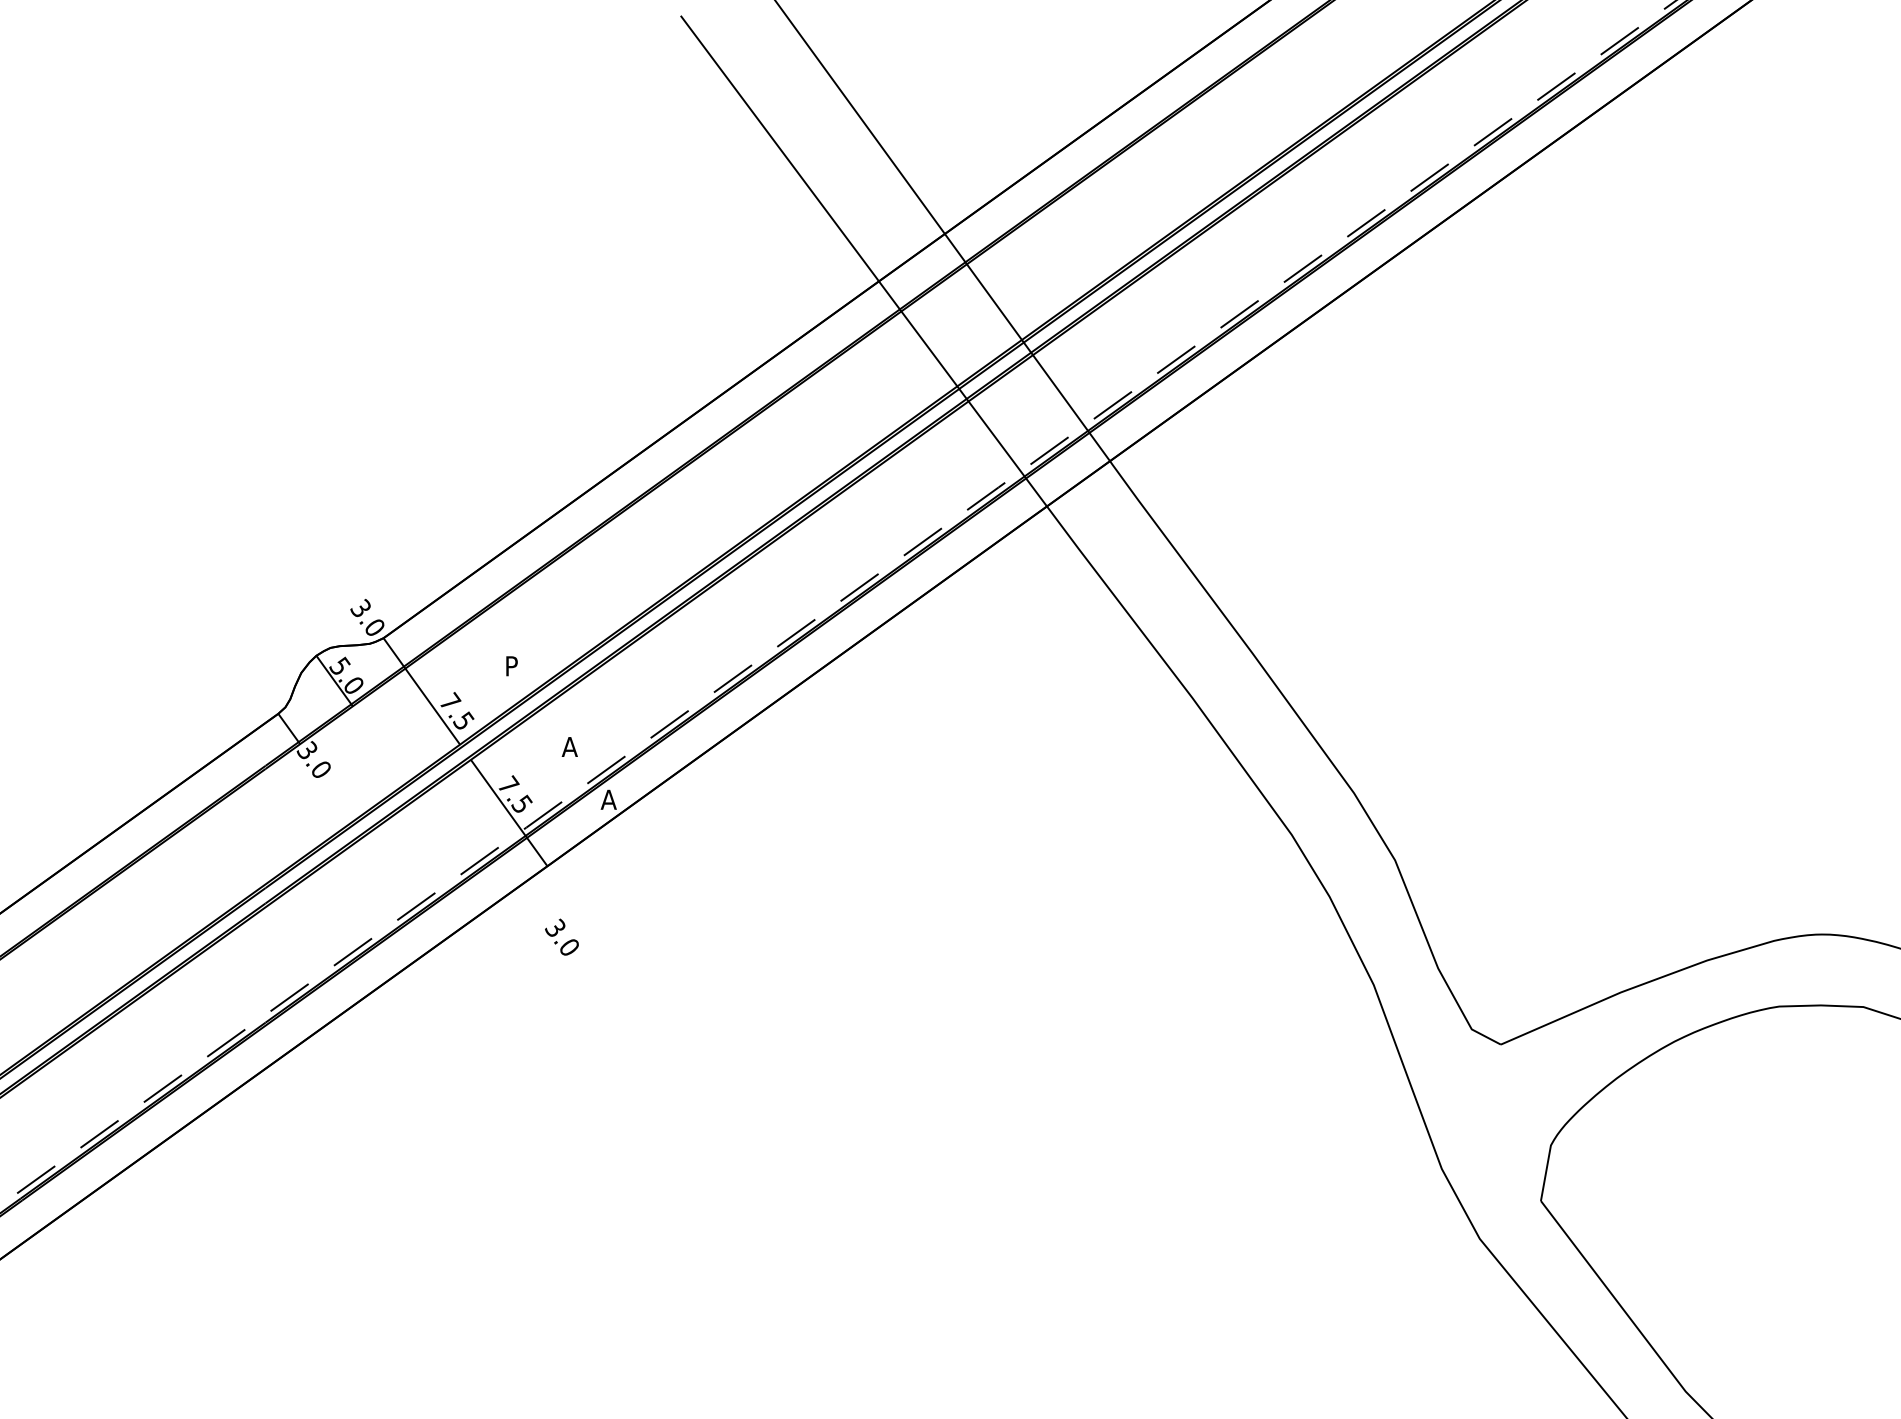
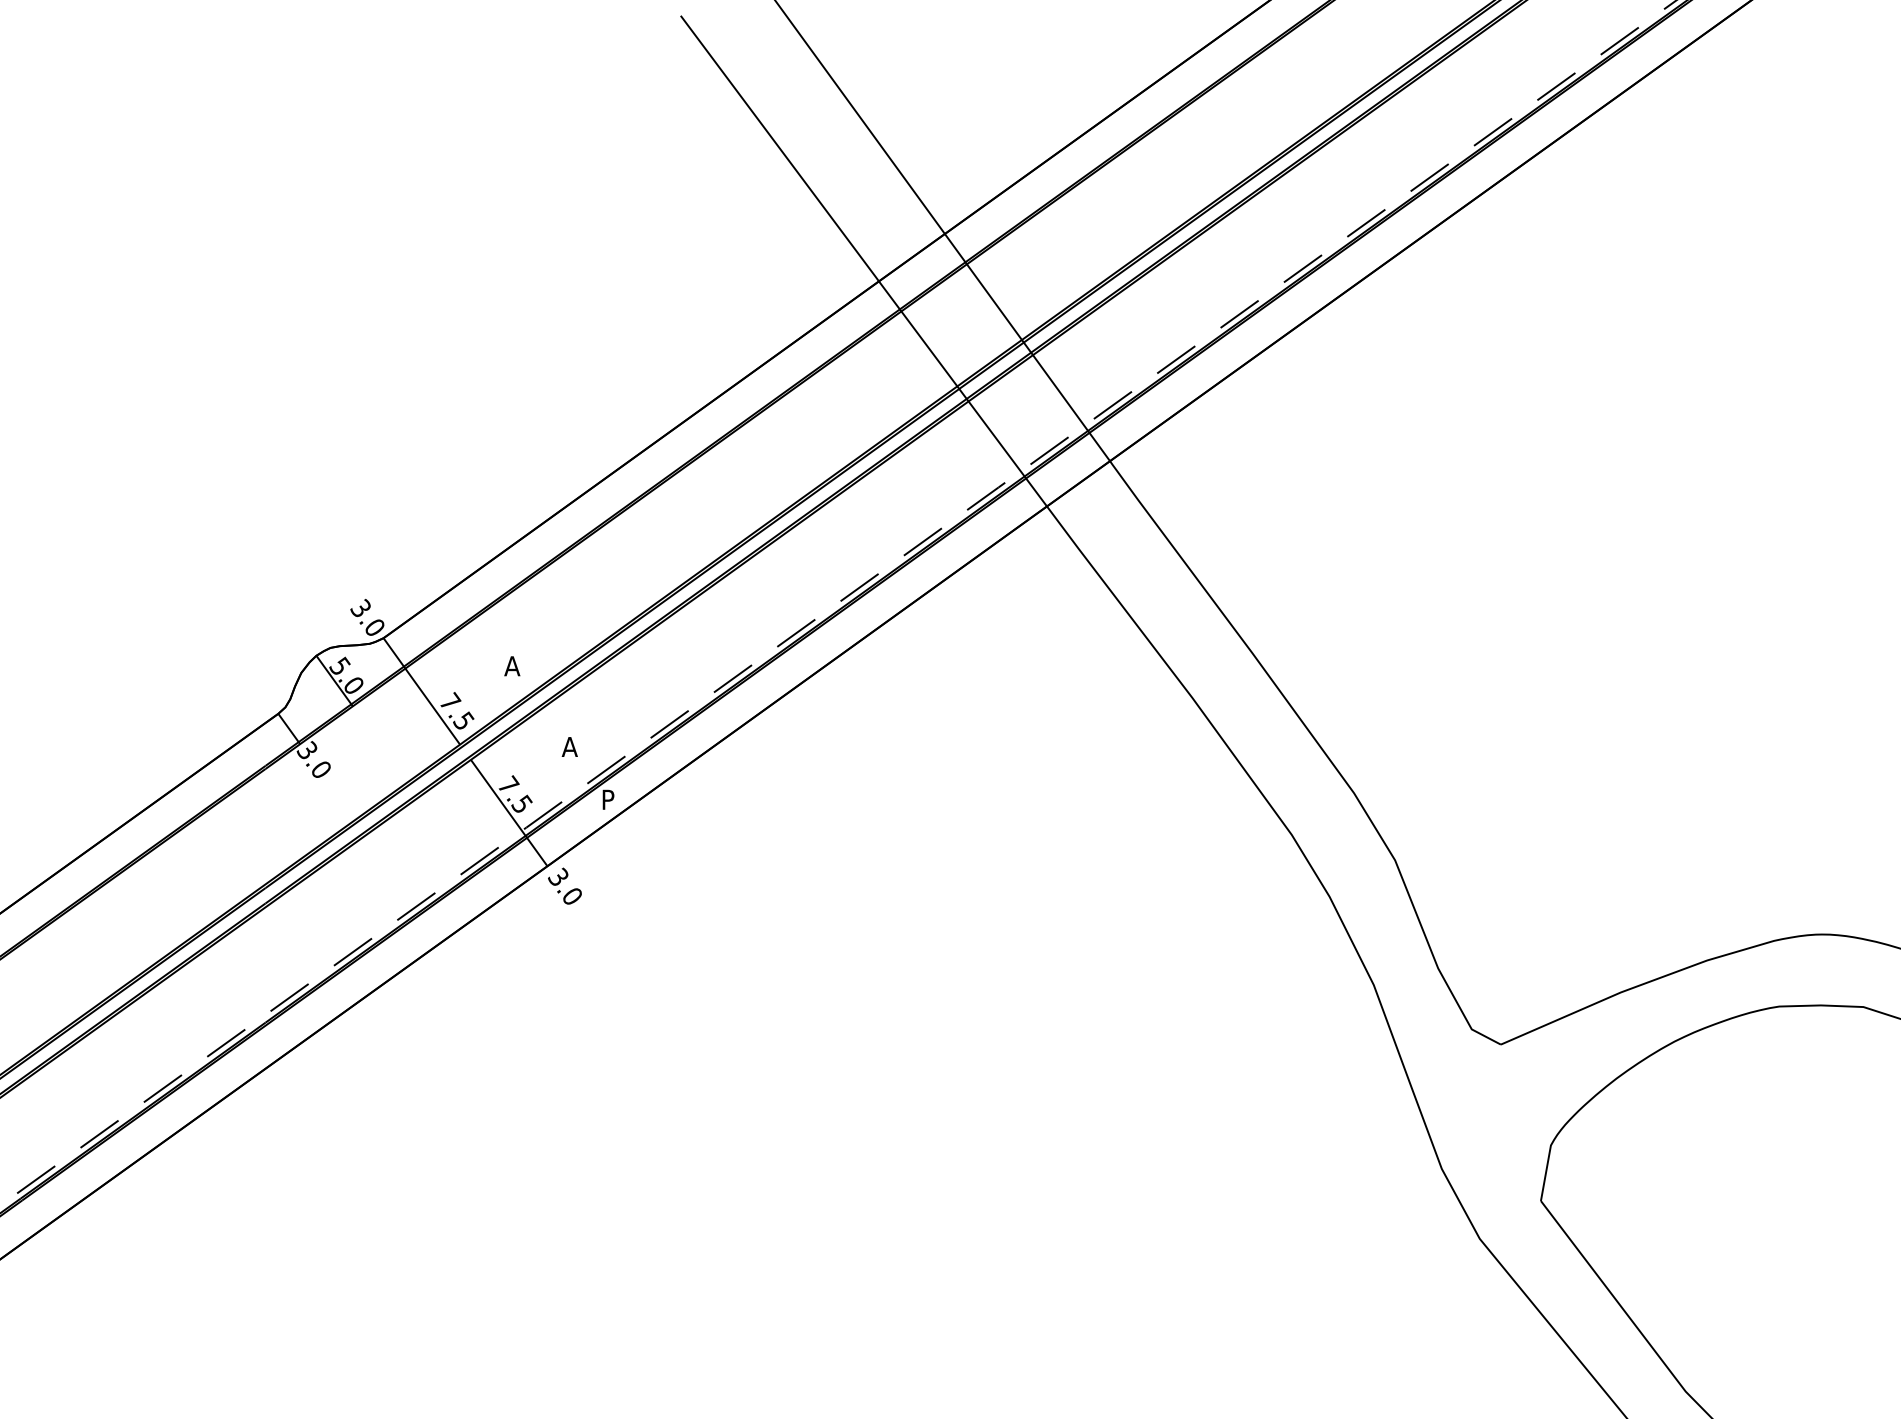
text at (512, 666): P -> A
text at (608, 799): A -> P
text at (561, 936) position: (561, 936) -> (564, 885)
